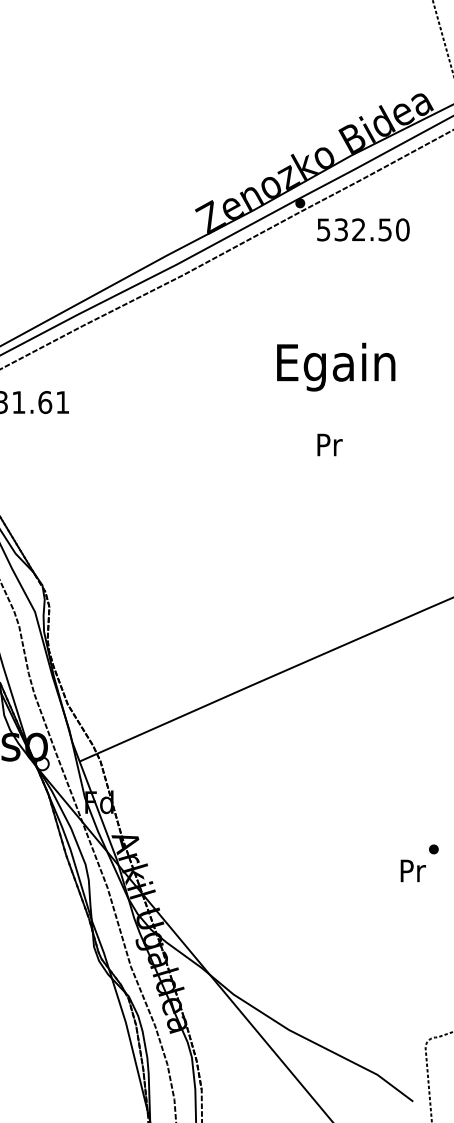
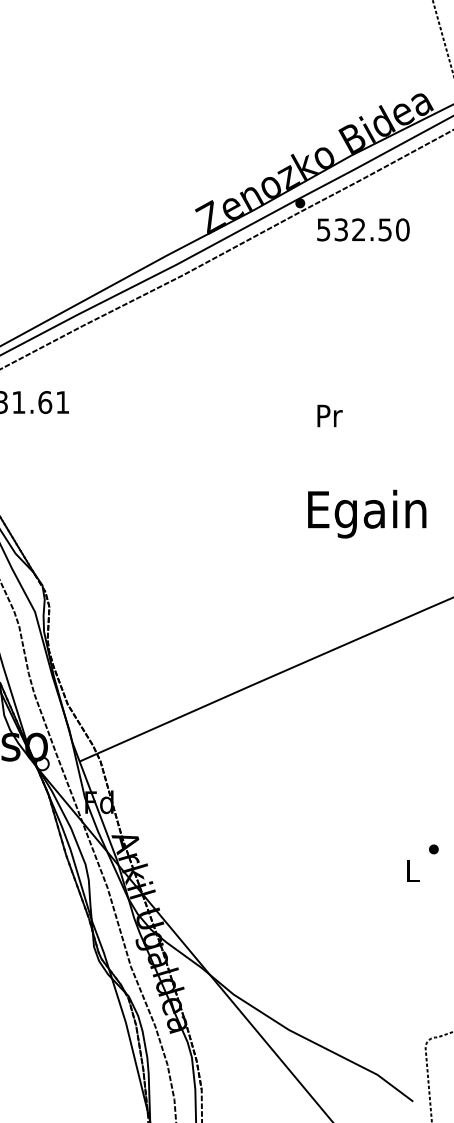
text at (336, 366) position: (336, 366) -> (367, 513)
text at (329, 444) position: (329, 444) -> (329, 415)
text at (412, 870): Pr -> L
